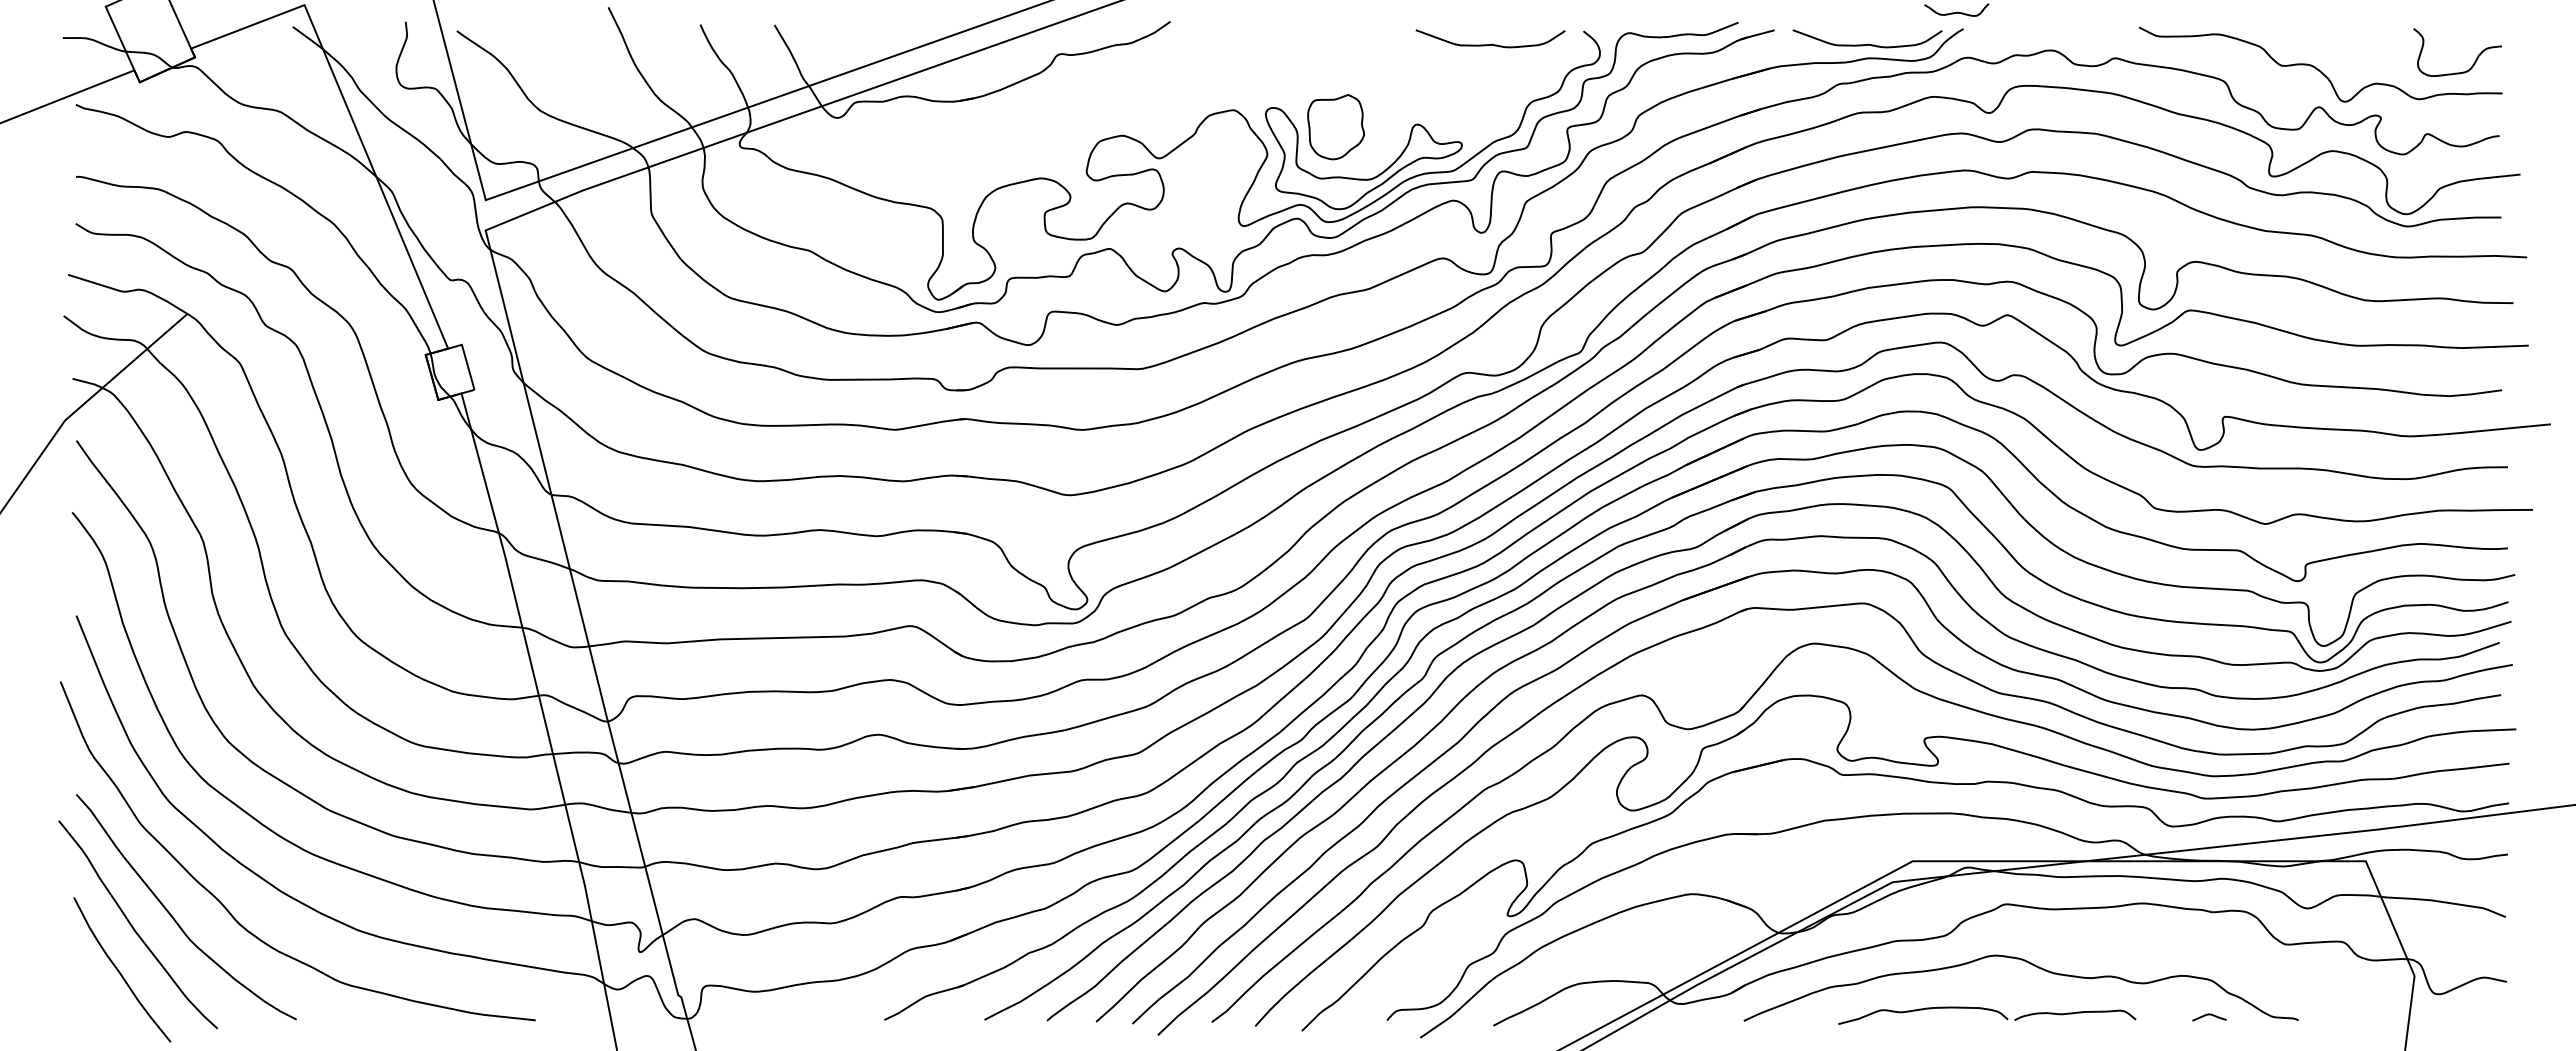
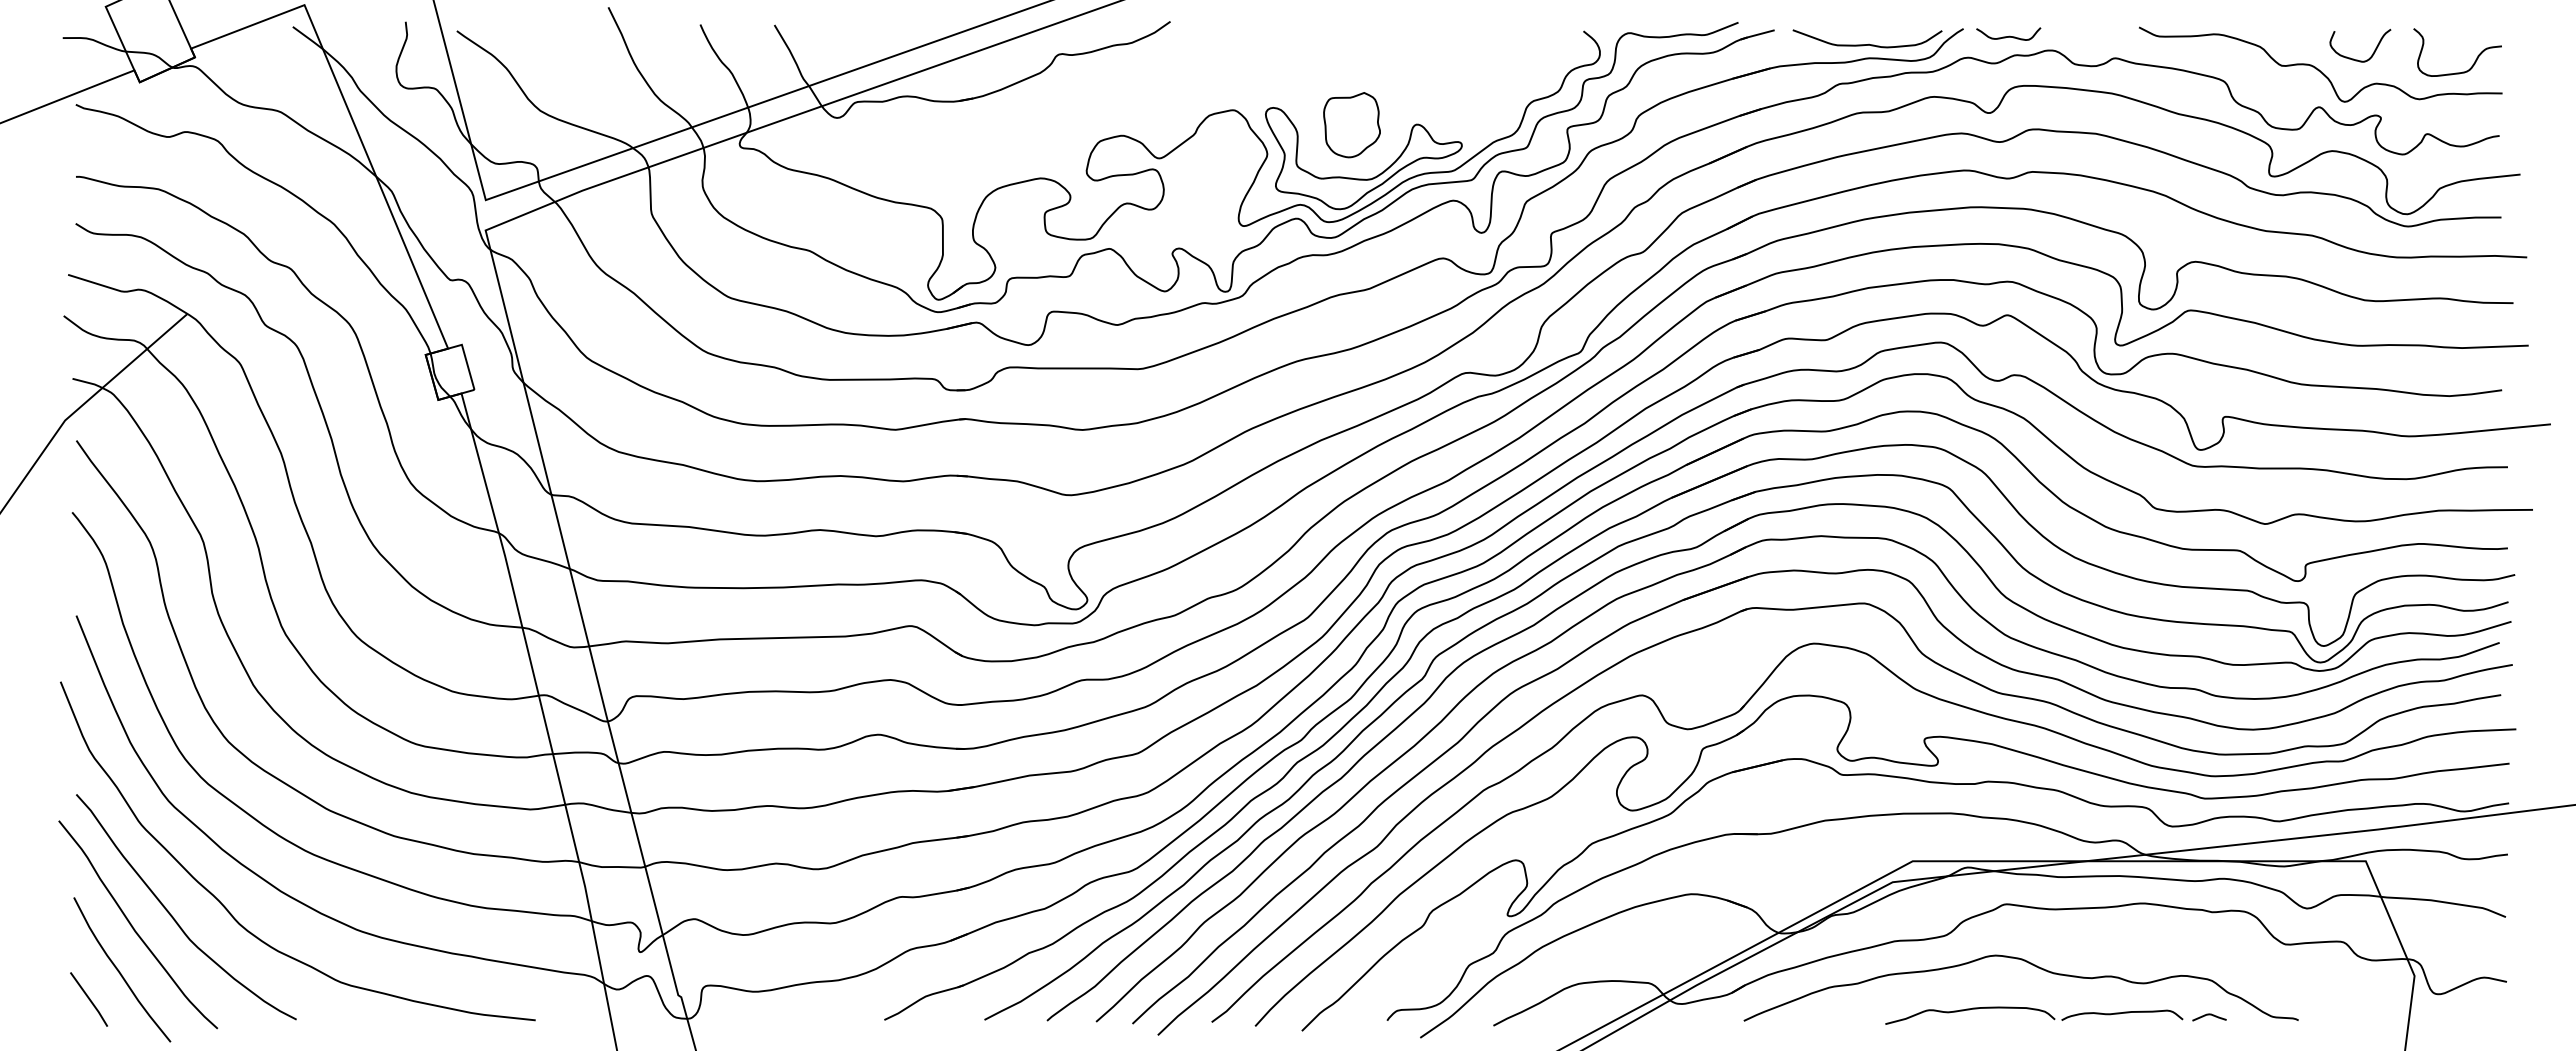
curve at (1957, 11) position: (1957, 11) -> (2009, 35)
curve at (1490, 44): present -> none
curve at (2373, 51): none -> present
part at (1335, 127) position: (1335, 127) -> (1351, 125)
line at (88, 999): none -> present
part at (1987, 1015) position: (1987, 1015) -> (2034, 1015)
